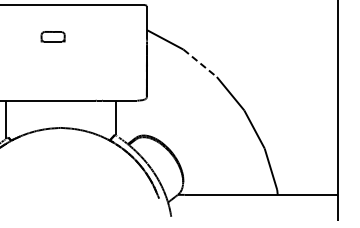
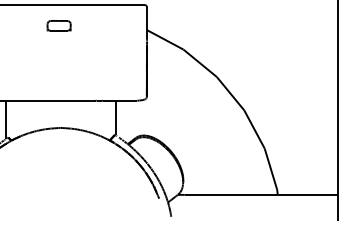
part at (52, 36) position: (52, 36) -> (58, 25)
line at (200, 63): dashed -> solid
